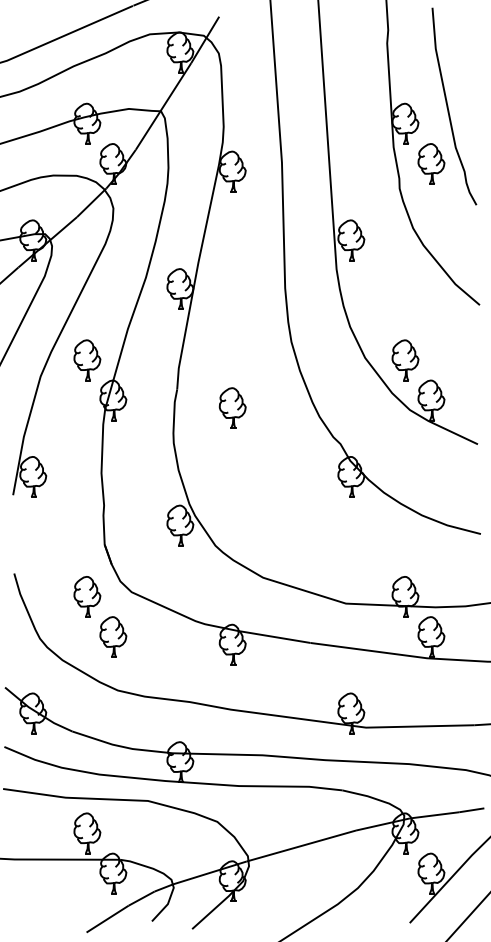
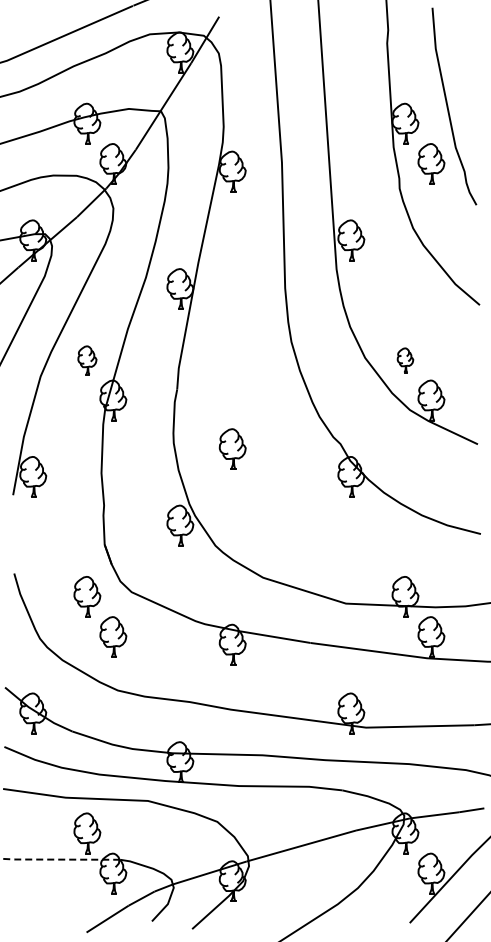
part at (87, 360) size: 29x43 px -> 21x31 px
part at (405, 360) size: 29x43 px -> 19x27 px
part at (232, 407) position: (232, 407) -> (232, 448)
line at (59, 859): solid -> dashed
